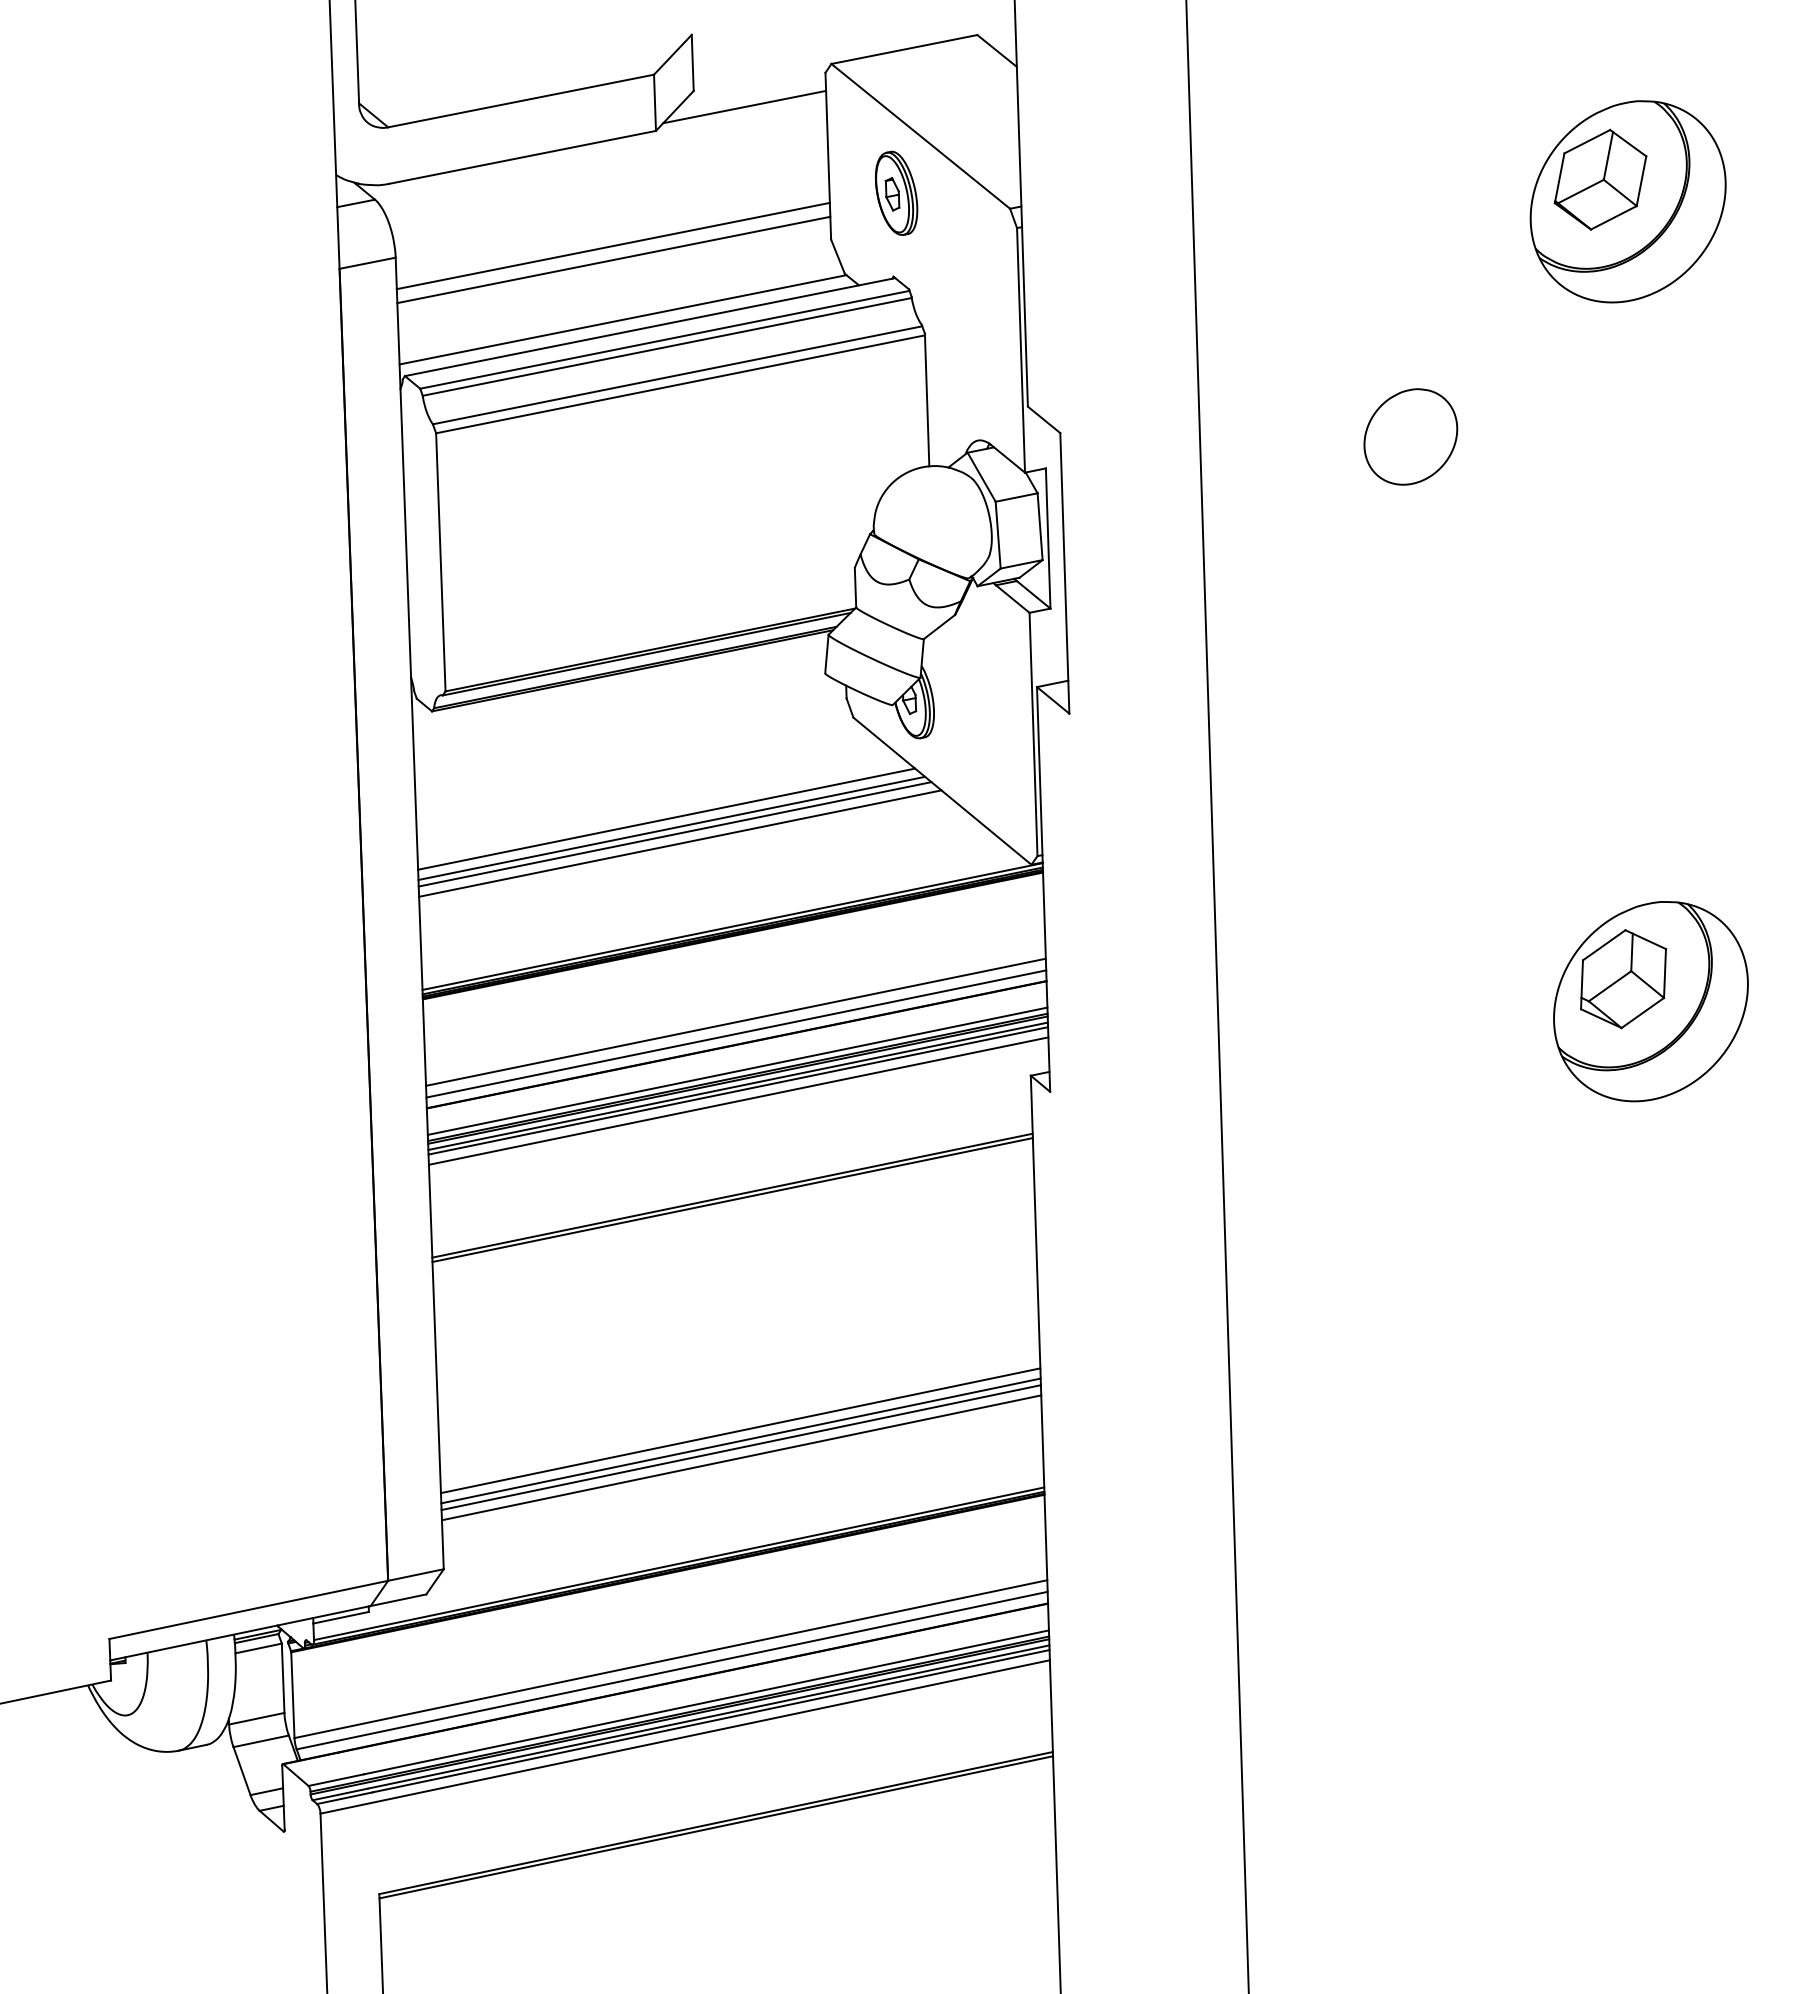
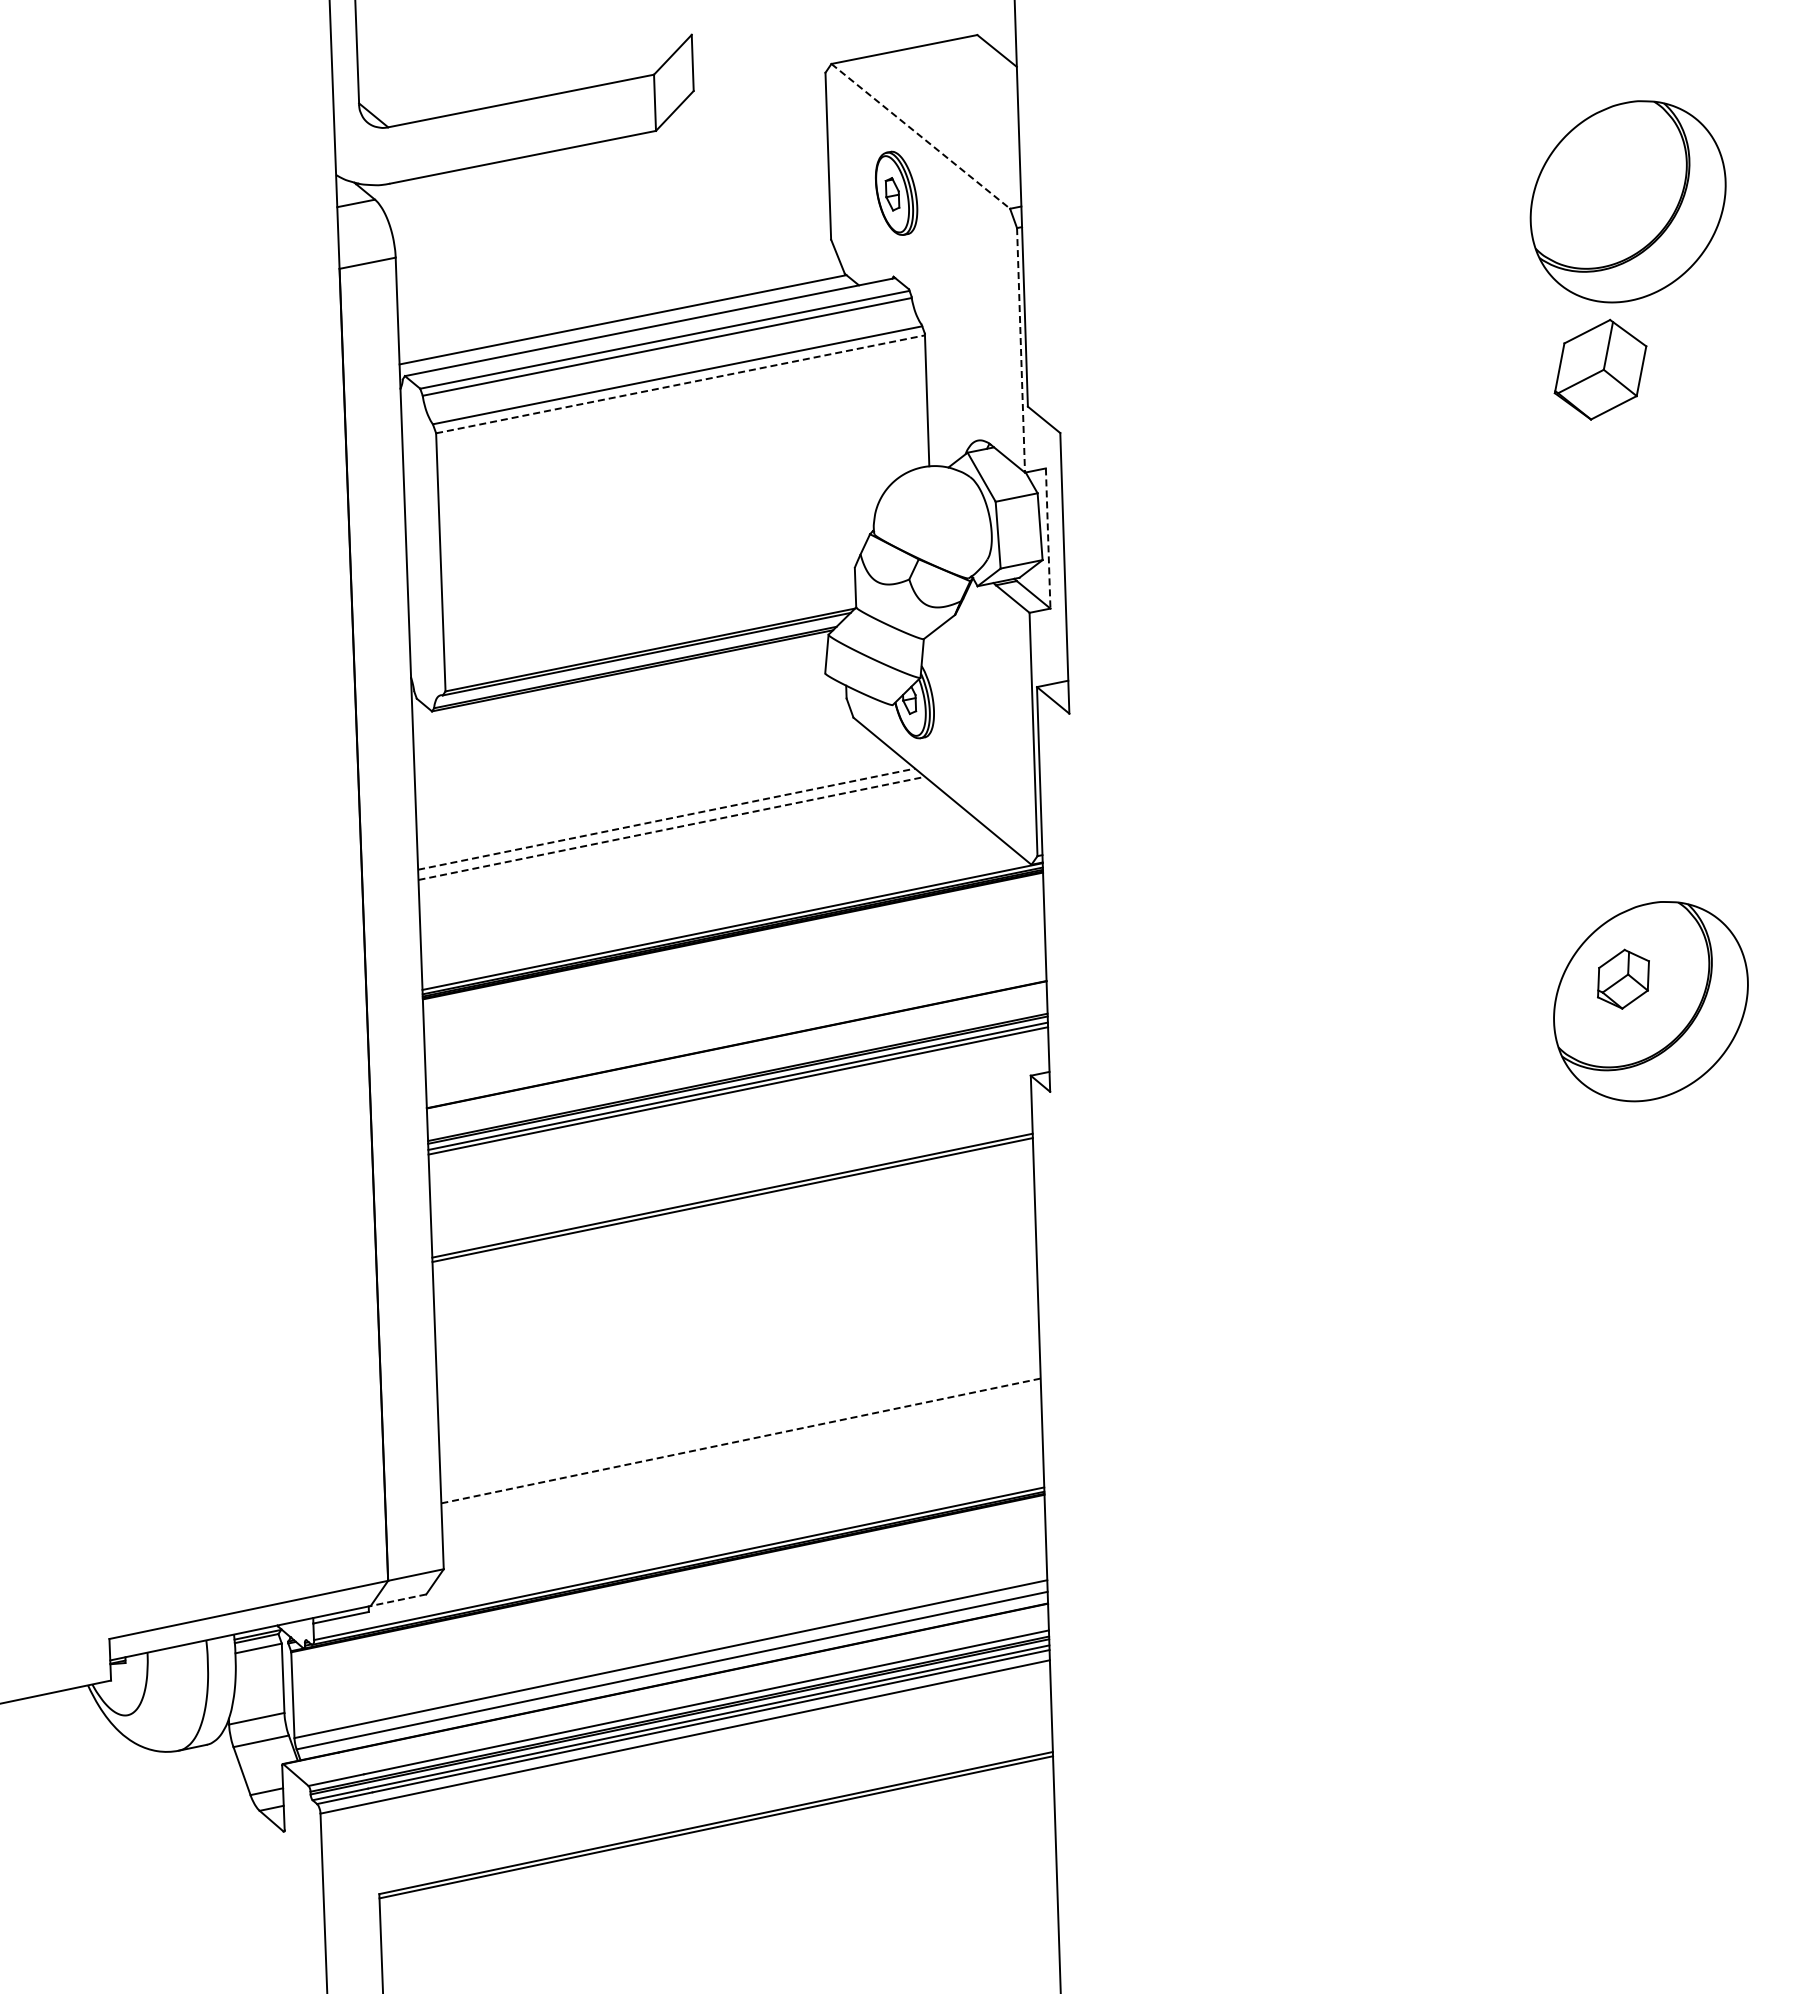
line at (744, 106): present -> none
line at (920, 136): solid -> dashed
part at (1600, 179) position: (1600, 179) -> (1600, 369)
line at (612, 245): present -> none
line at (613, 259): present -> none
line at (1021, 350): solid -> dashed
line at (681, 384): solid -> dashed
part at (1410, 436): present -> none
line at (1048, 539): solid -> dashed
line at (666, 819): solid -> dashed
line at (672, 828): solid -> dashed
line at (674, 834): present -> none
line at (680, 843): present -> none
part at (1623, 979) size: 87x101 px -> 53x62 px
line at (1217, 996): present -> none
line at (735, 1021): present -> none
line at (736, 1033): present -> none
line at (737, 1070): present -> none
line at (738, 1100): present -> none
line at (740, 1430): present -> none
line at (741, 1440): solid -> dashed
line at (740, 1447): present -> none
line at (741, 1457): present -> none
line at (398, 1600): solid -> dashed
